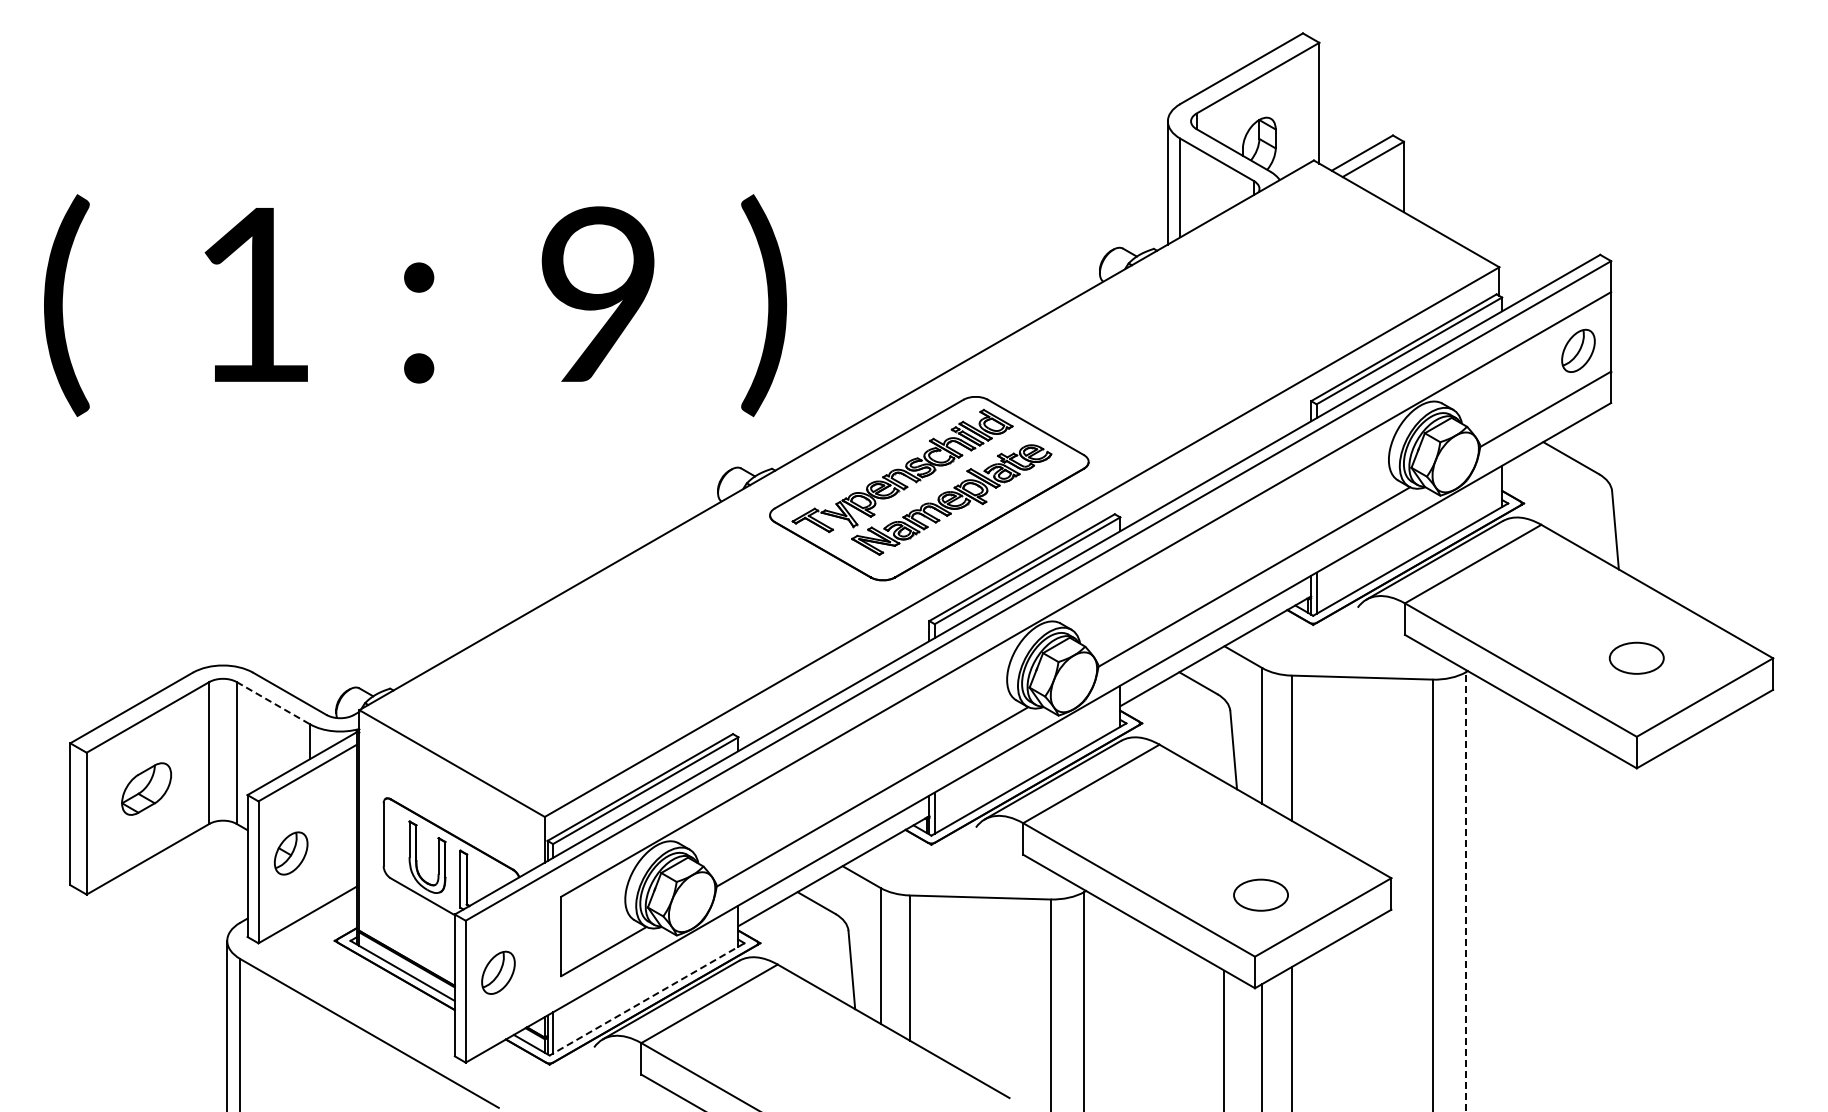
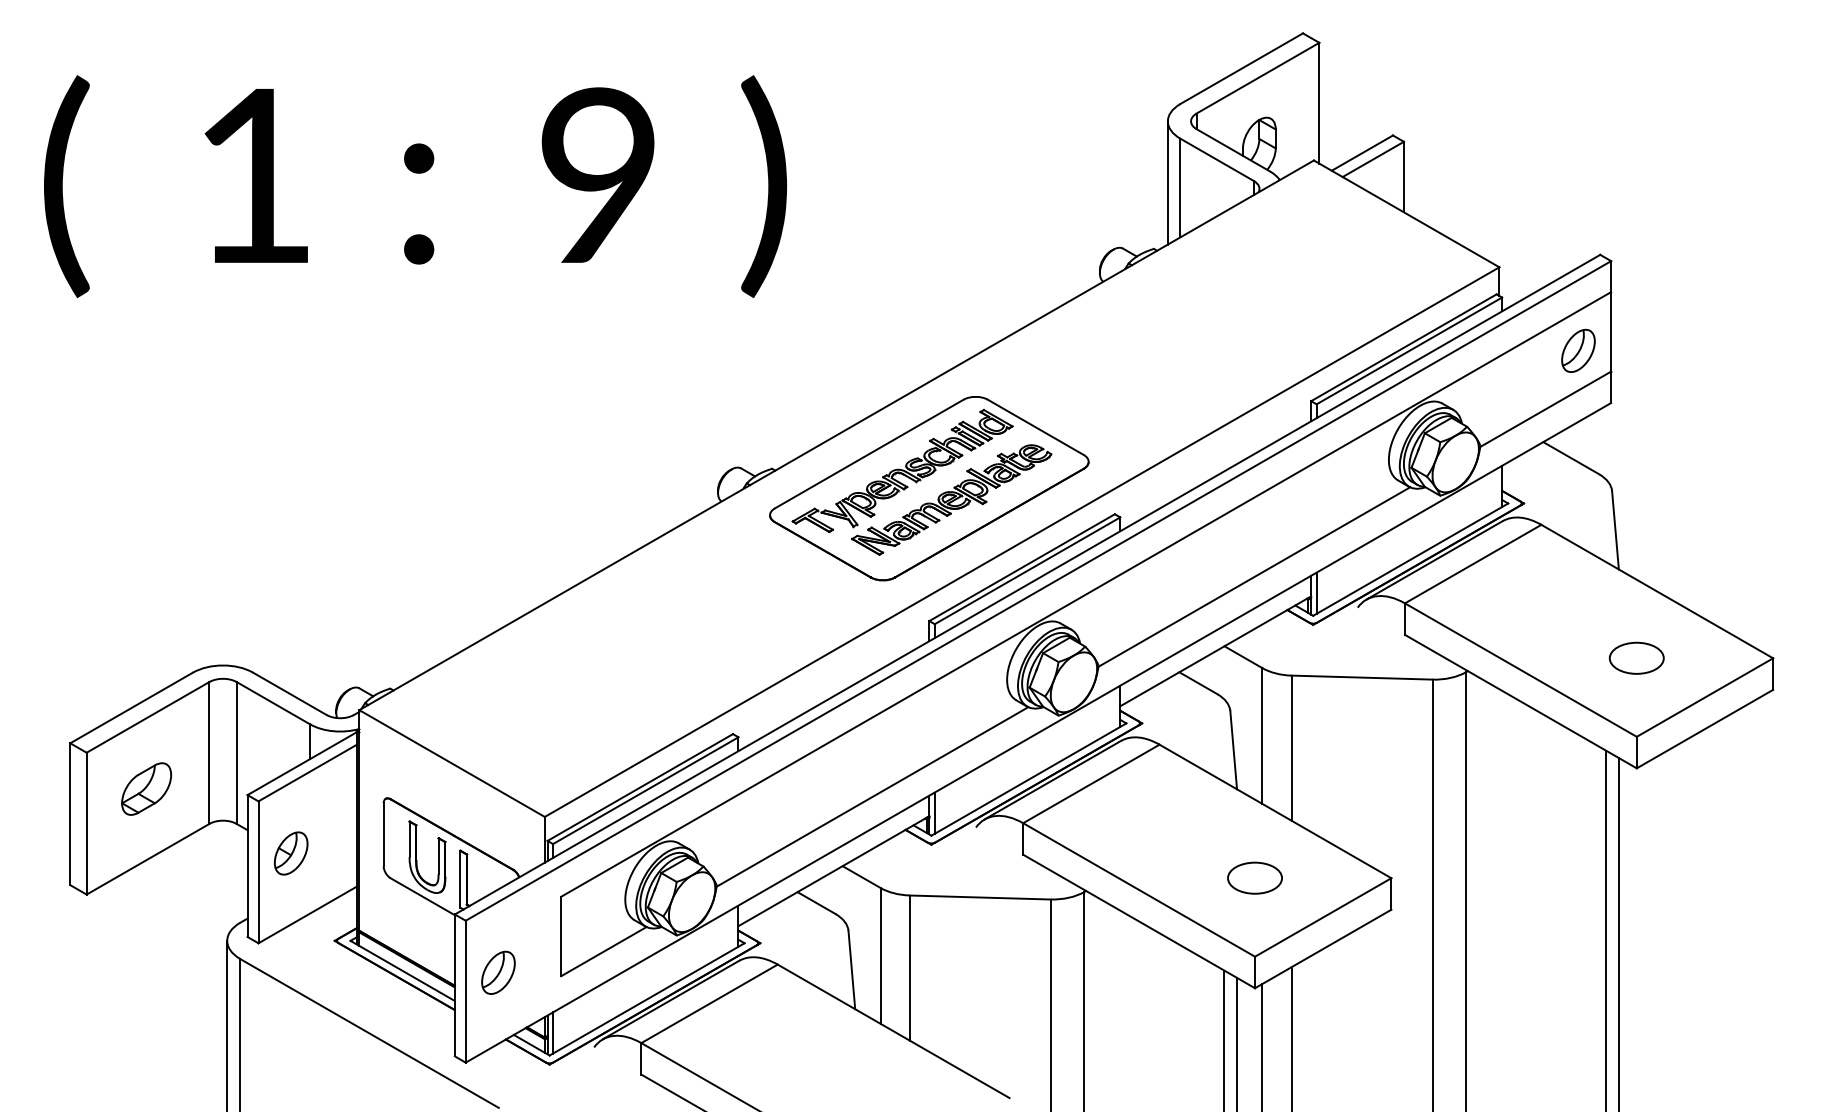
text at (415, 305) position: (415, 305) -> (415, 186)
line at (273, 703): dashed -> solid
line at (1466, 892): dashed -> solid
part at (1260, 894) position: (1260, 894) -> (1254, 877)
line at (1606, 929): none -> present
line at (1619, 933): none -> present
line at (646, 999): dashed -> solid
line at (1237, 1043): none -> present
